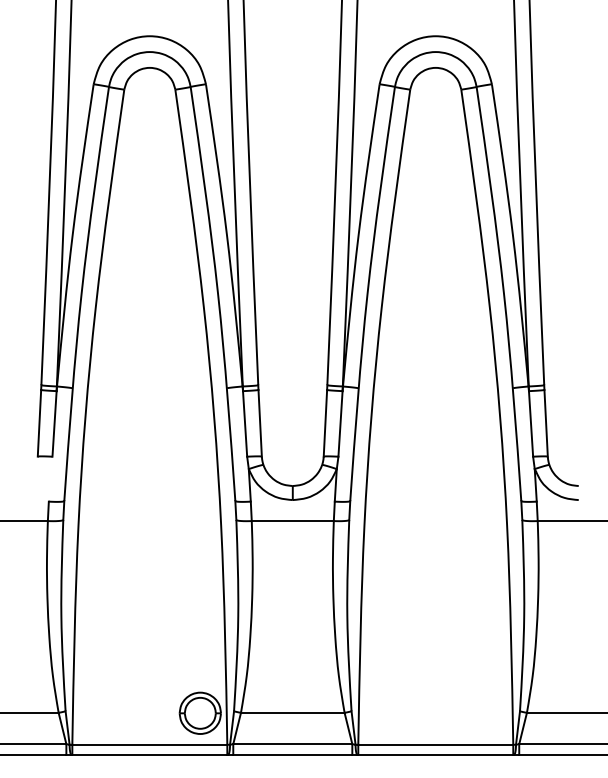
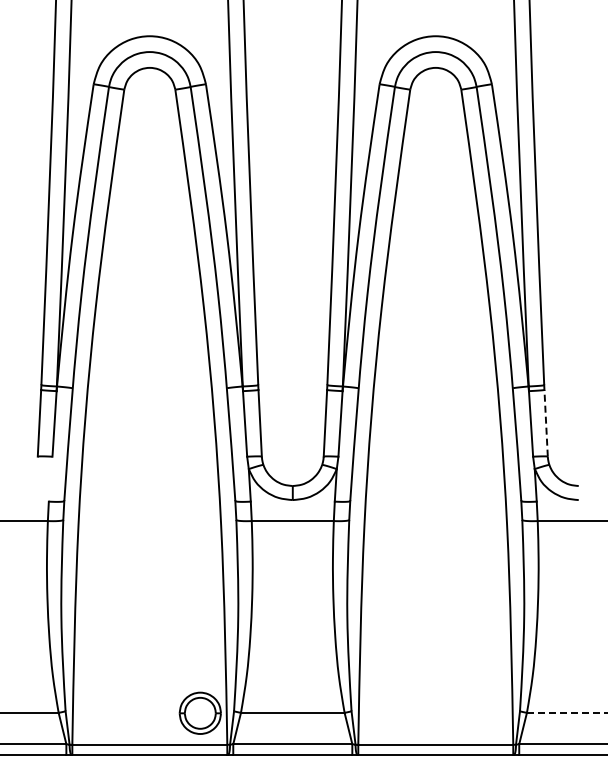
line at (546, 422): solid -> dashed
line at (567, 712): solid -> dashed
